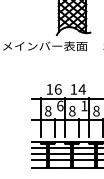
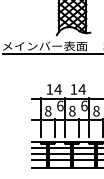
line at (51, 54): none -> present
text at (57, 89): 16 -> 14
text at (84, 105): 1 -> 6
